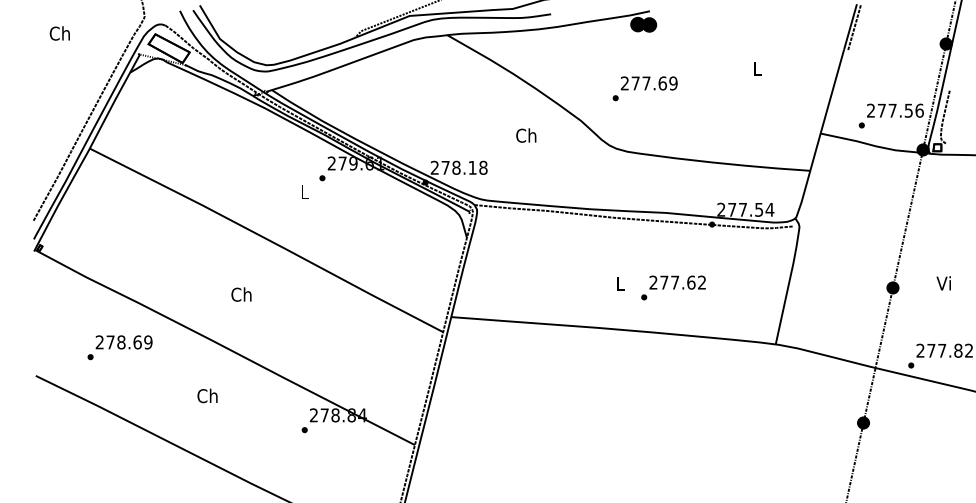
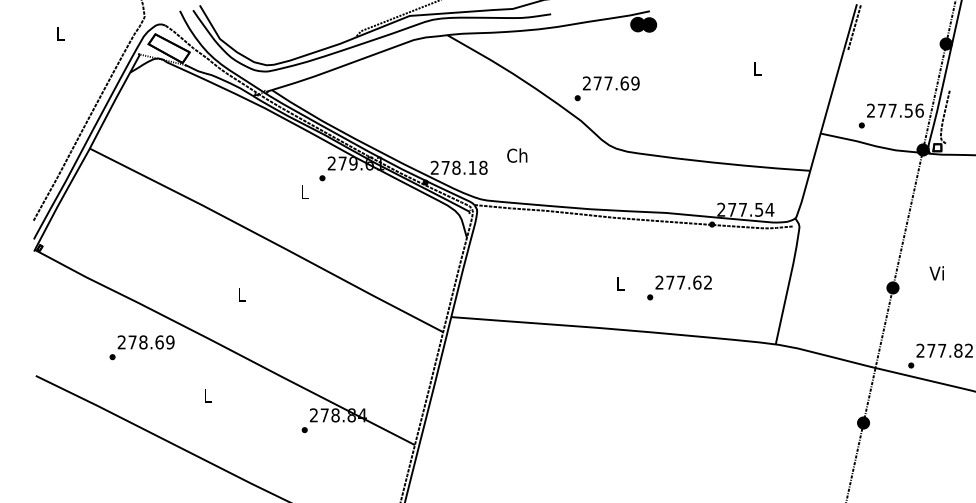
text at (59, 33): Ch -> L
text at (644, 88) position: (644, 88) -> (606, 88)
text at (526, 135) position: (526, 135) -> (517, 155)
text at (943, 283) position: (943, 283) -> (936, 273)
text at (673, 287) position: (673, 287) -> (679, 287)
text at (241, 294): Ch -> L
text at (119, 347) position: (119, 347) -> (141, 347)
text at (207, 395): Ch -> L
